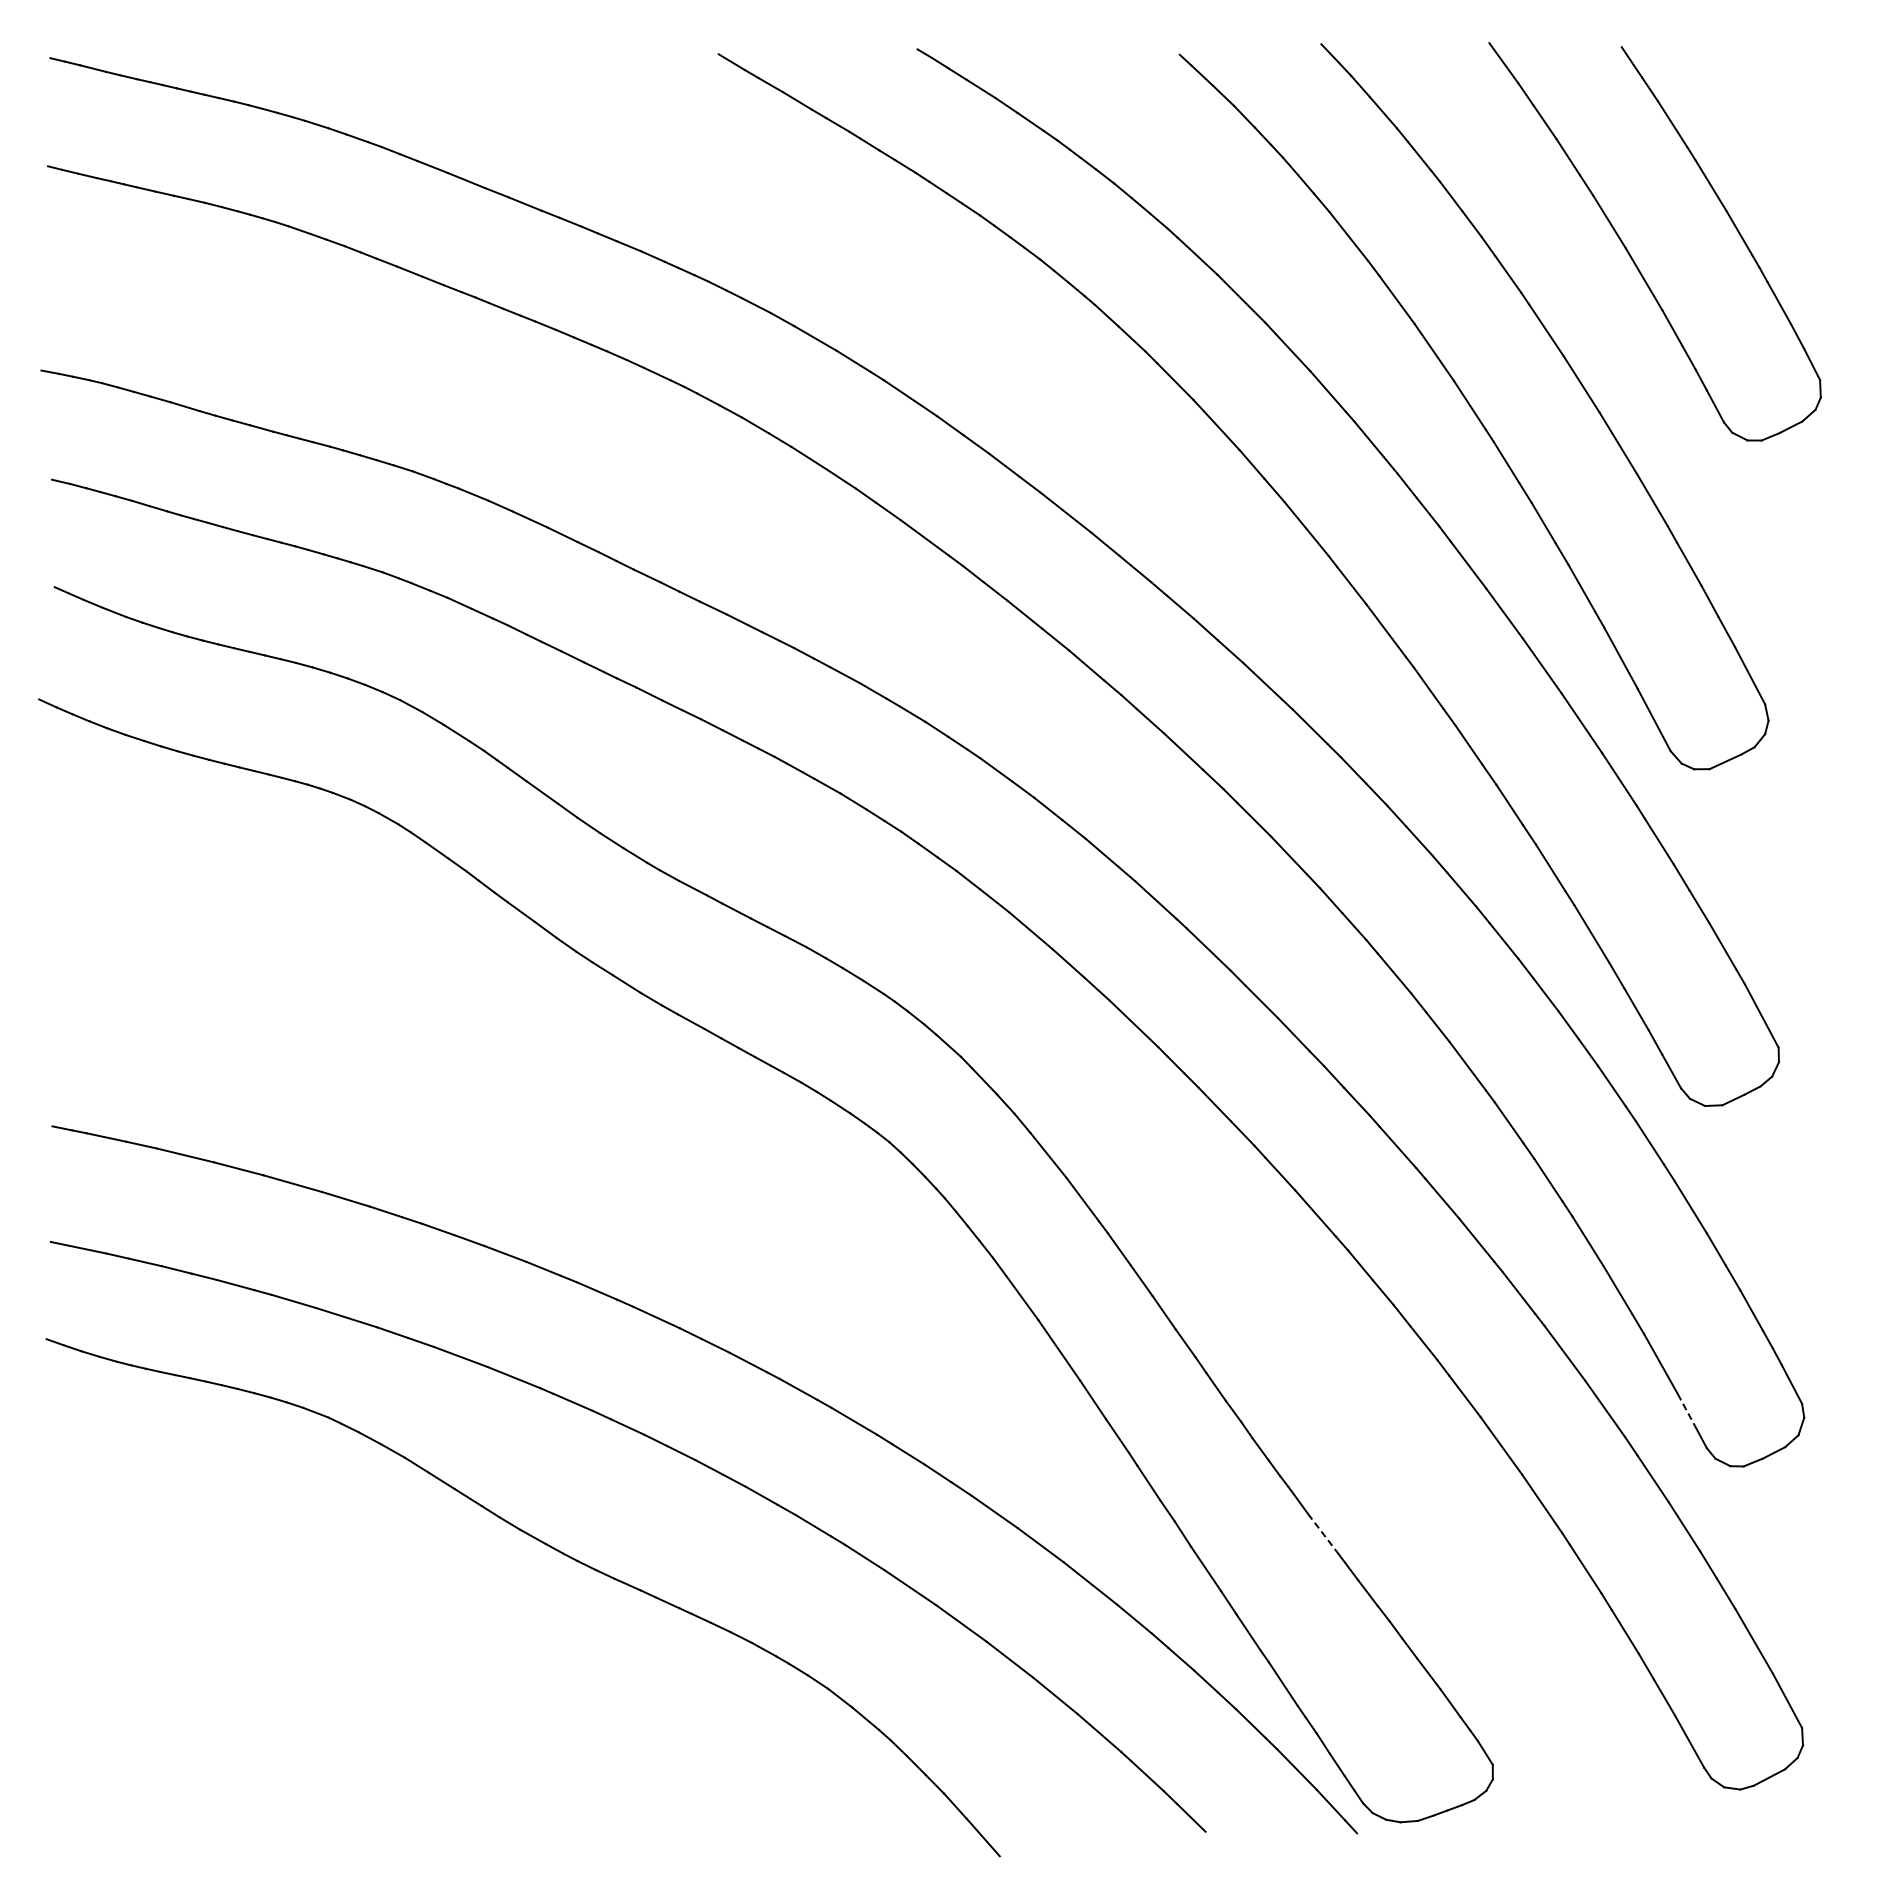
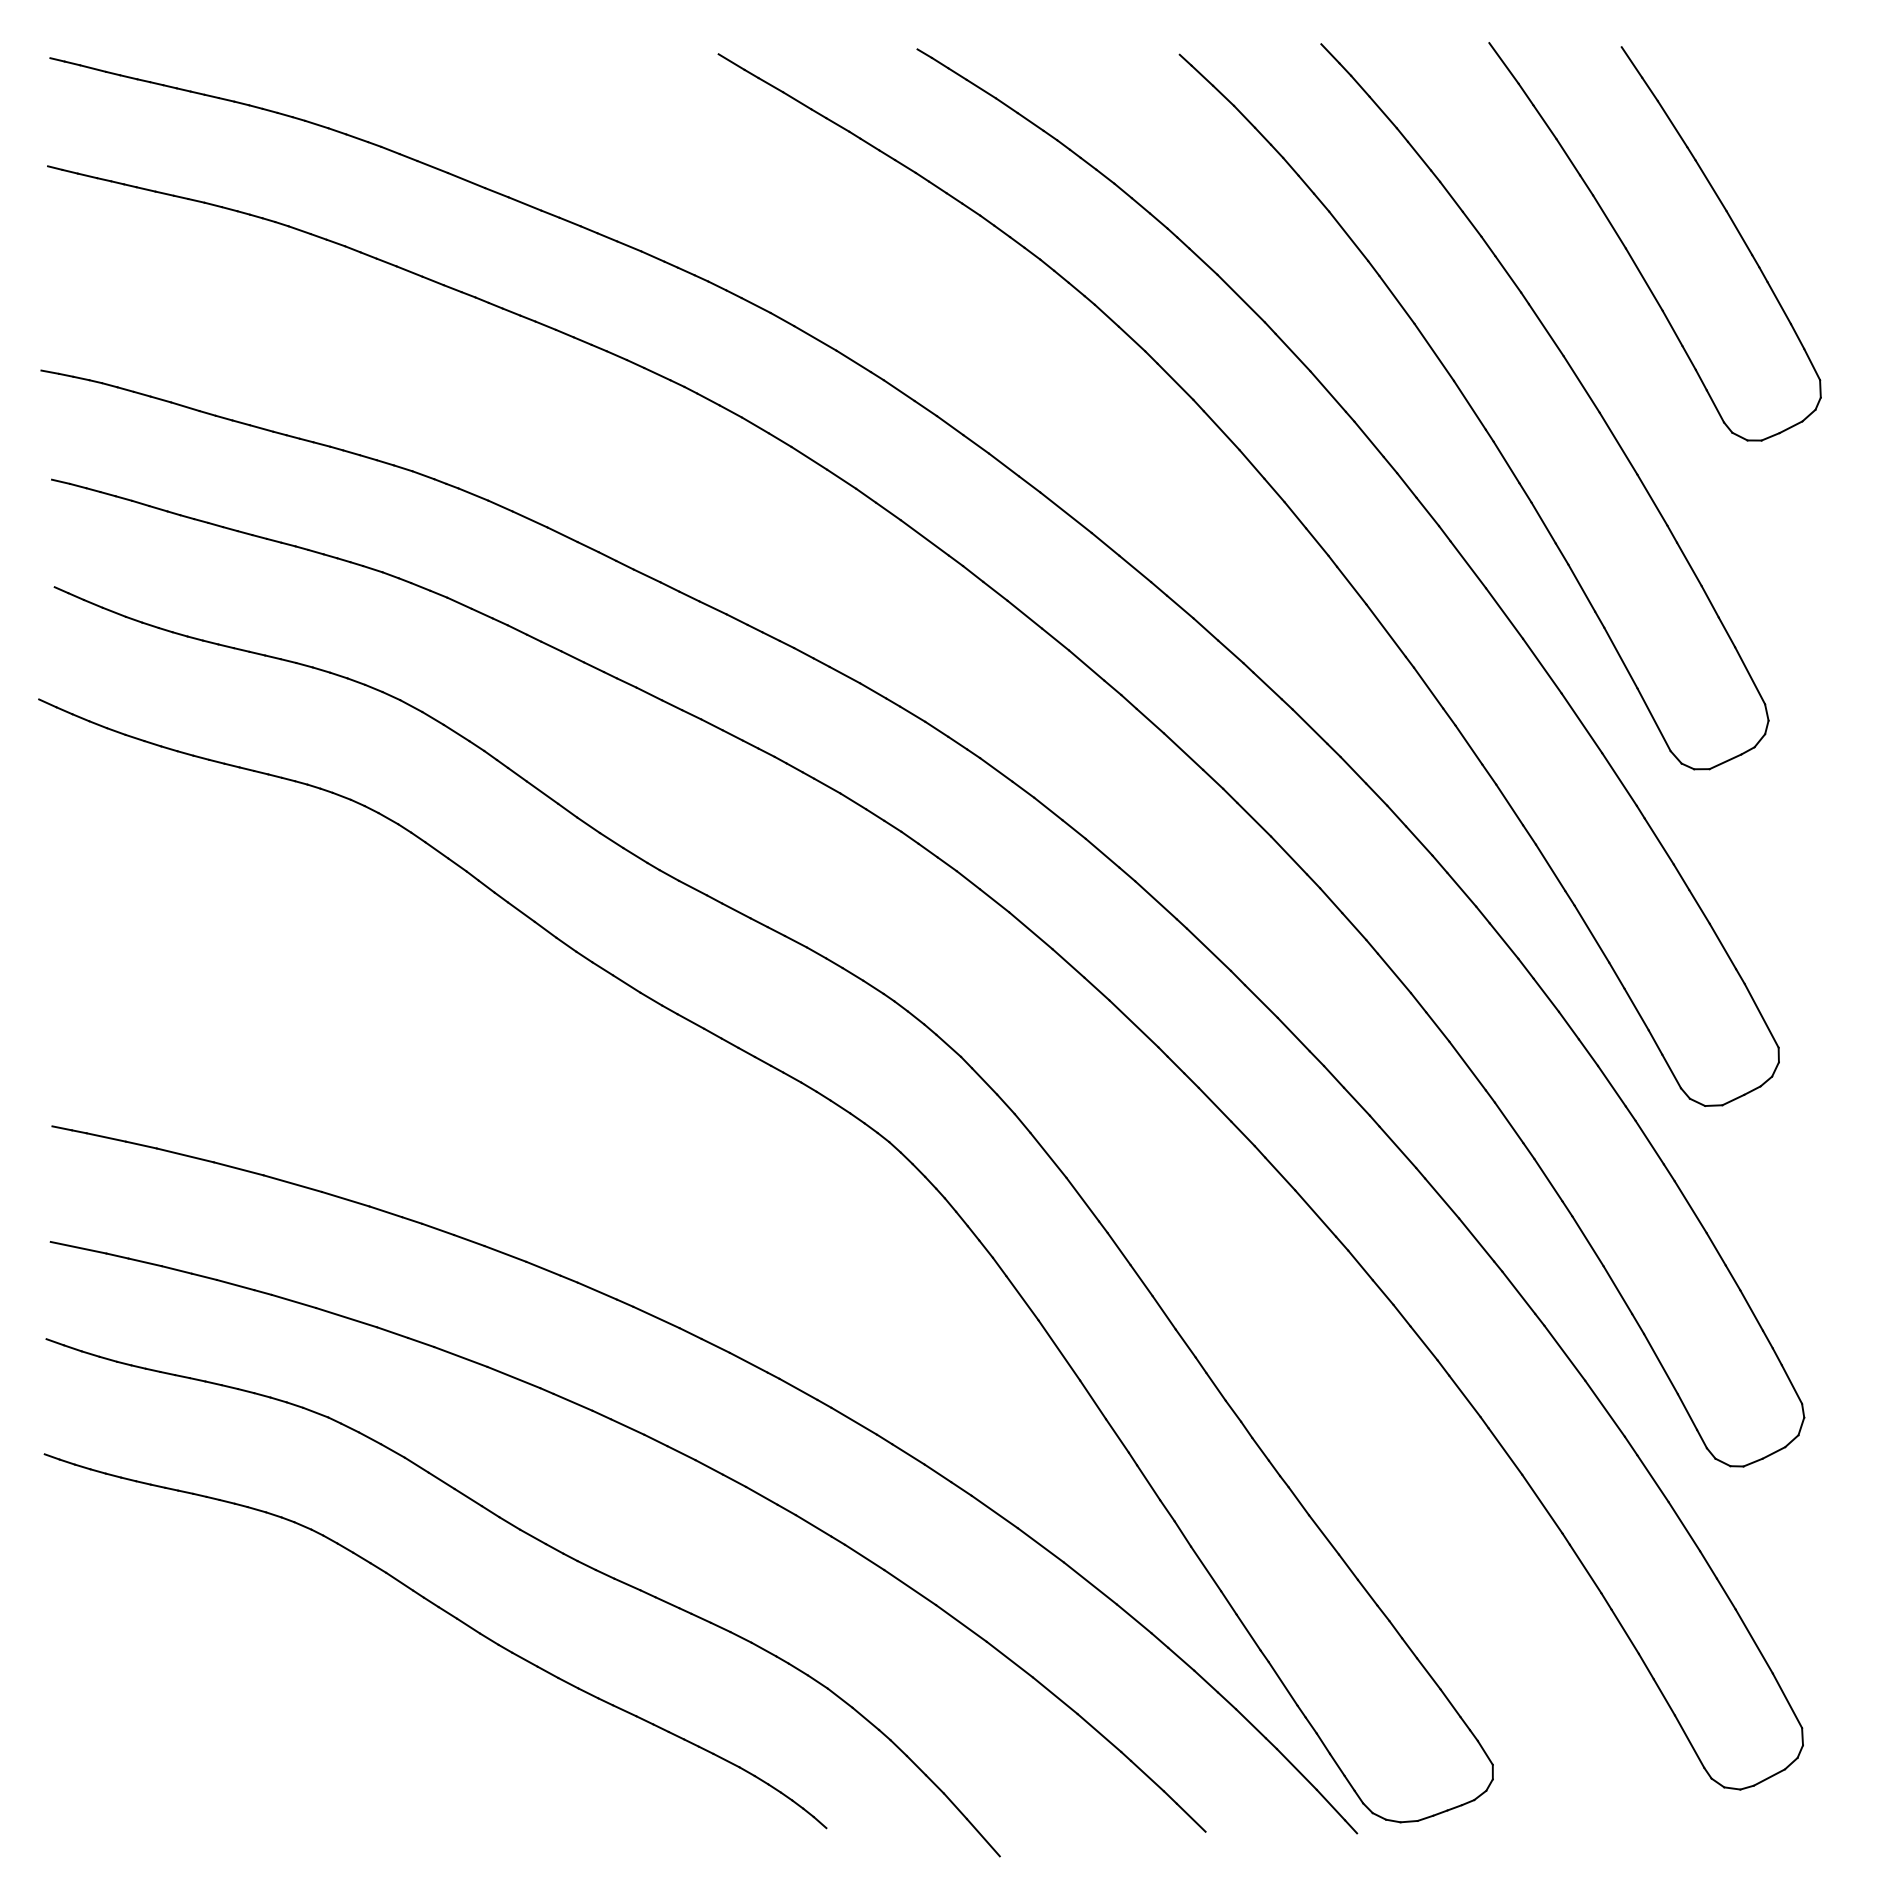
line at (1687, 1412): dashed -> solid
line at (1324, 1534): dashed -> solid
part at (451, 1616): none -> present
